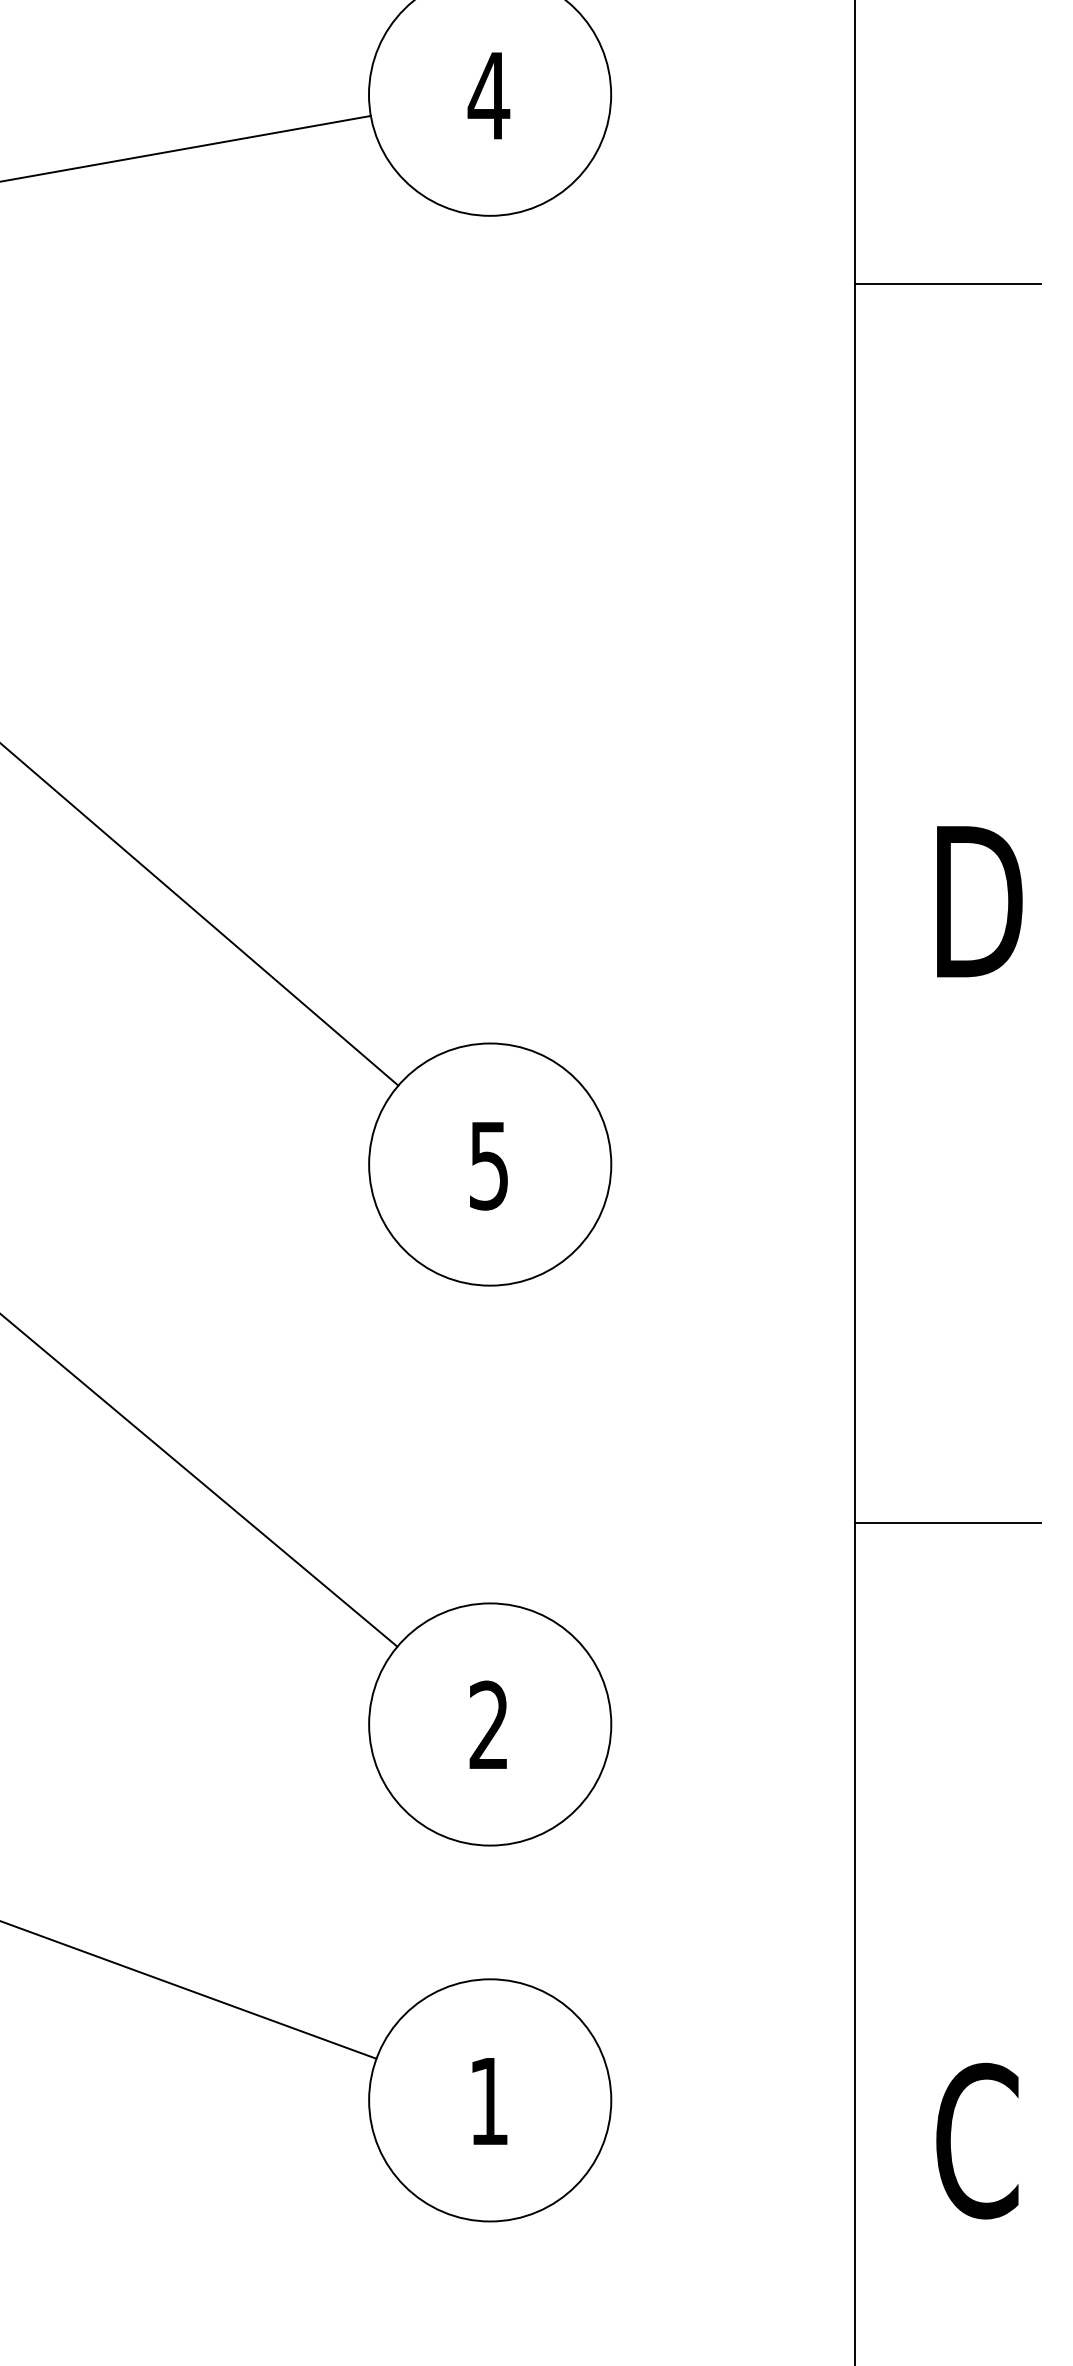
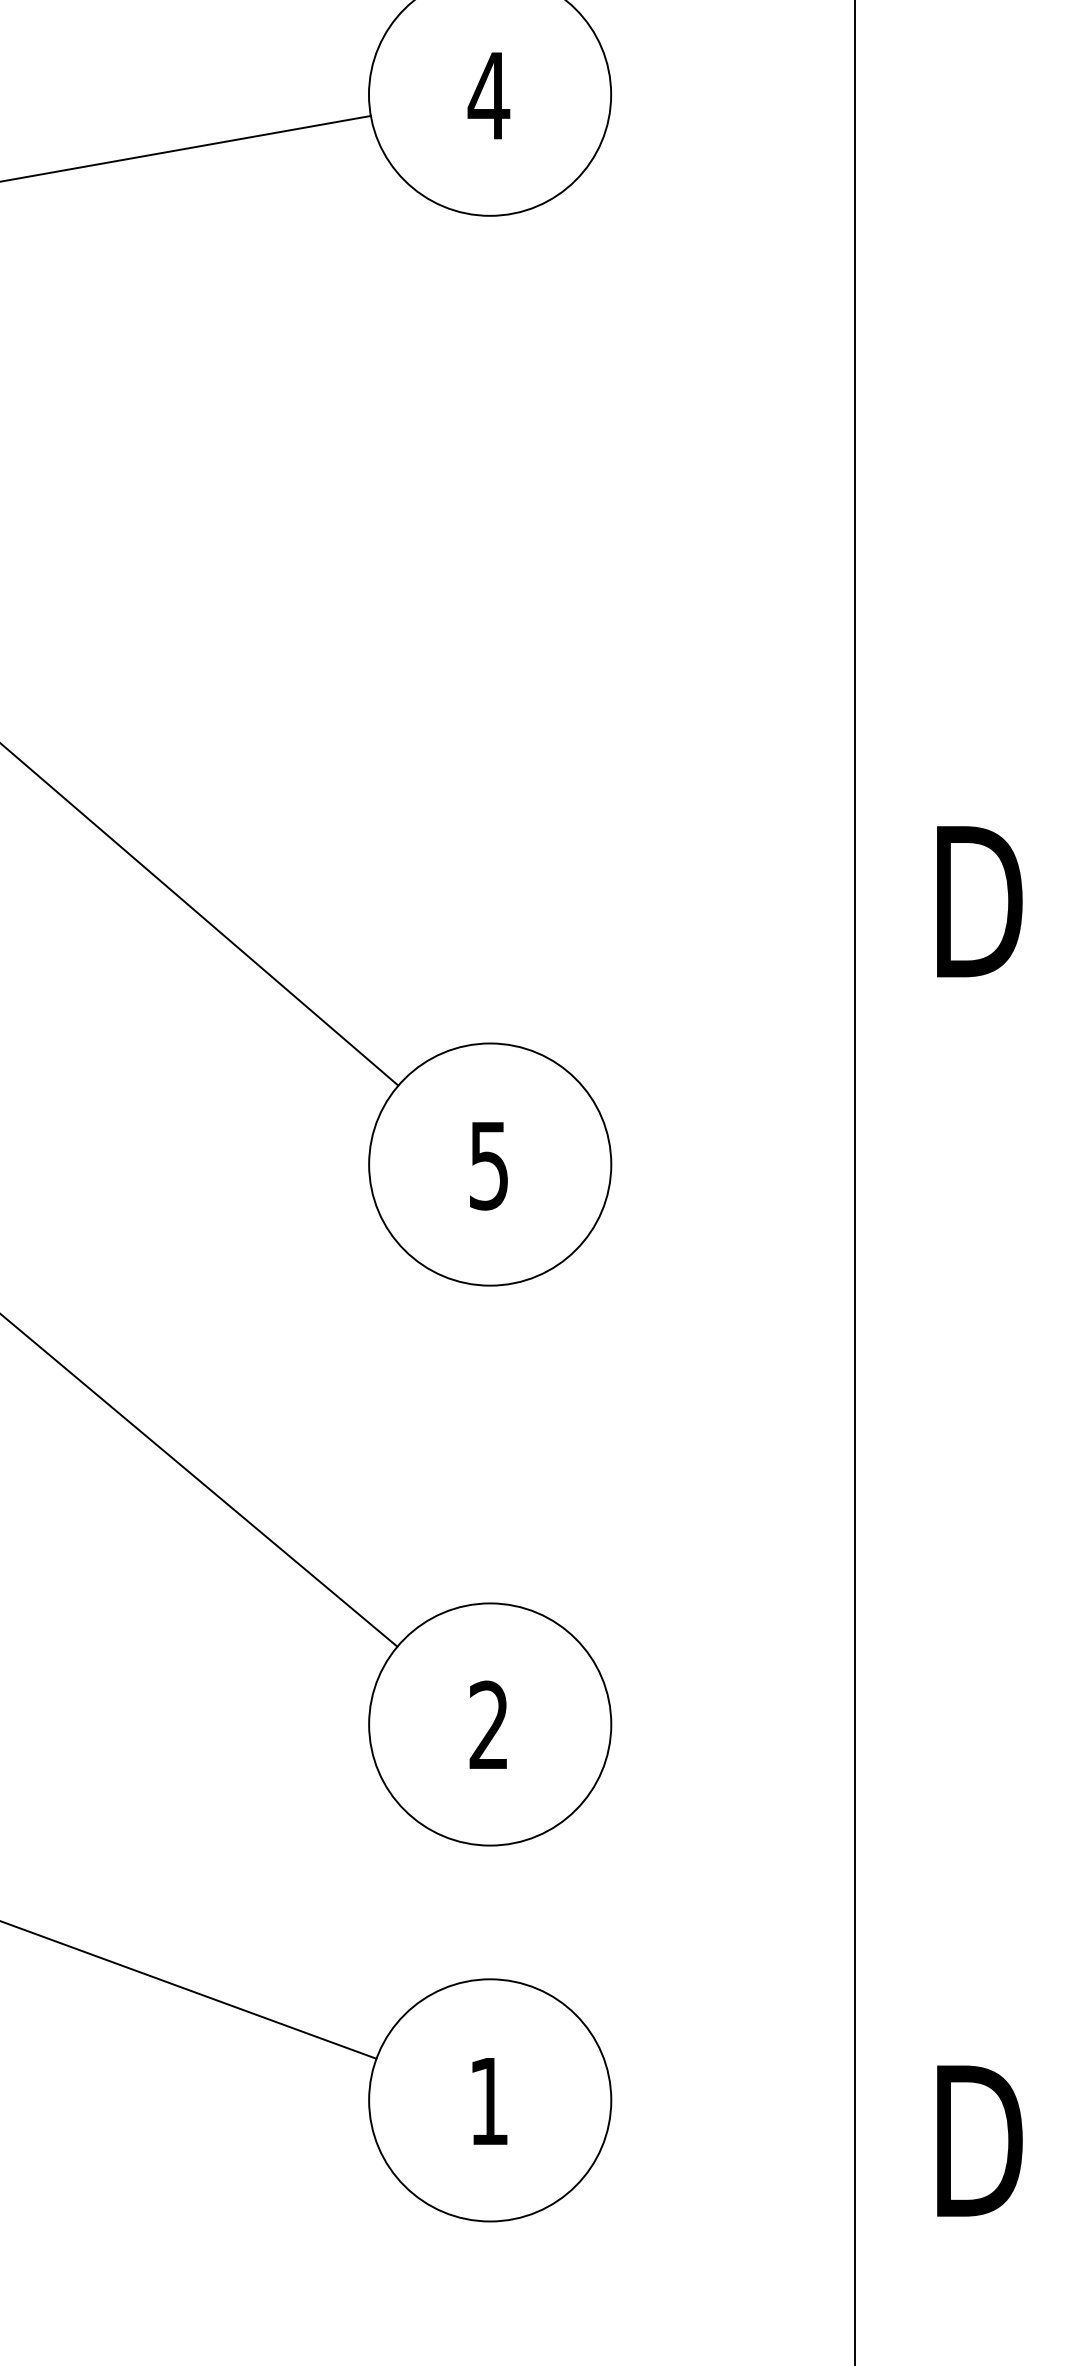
line at (947, 283): present -> none
line at (947, 1523): present -> none
text at (979, 2140): C -> D
